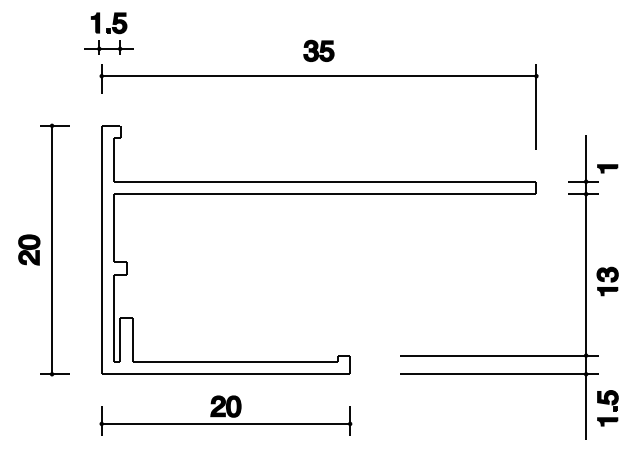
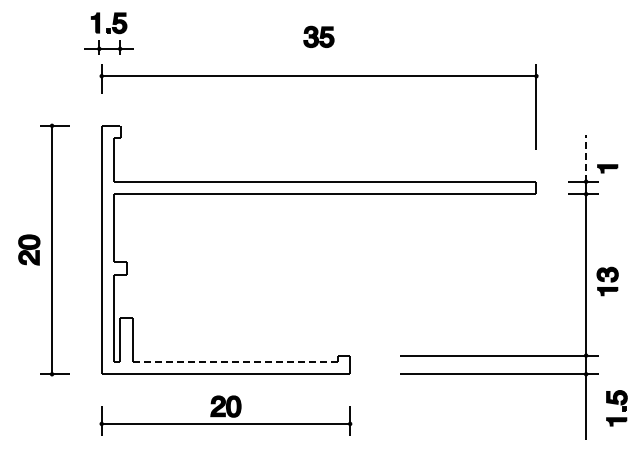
part at (318, 50) position: (318, 50) -> (318, 36)
line at (586, 157): solid -> dashed
line at (235, 361): solid -> dashed
part at (607, 408) position: (607, 408) -> (616, 408)
